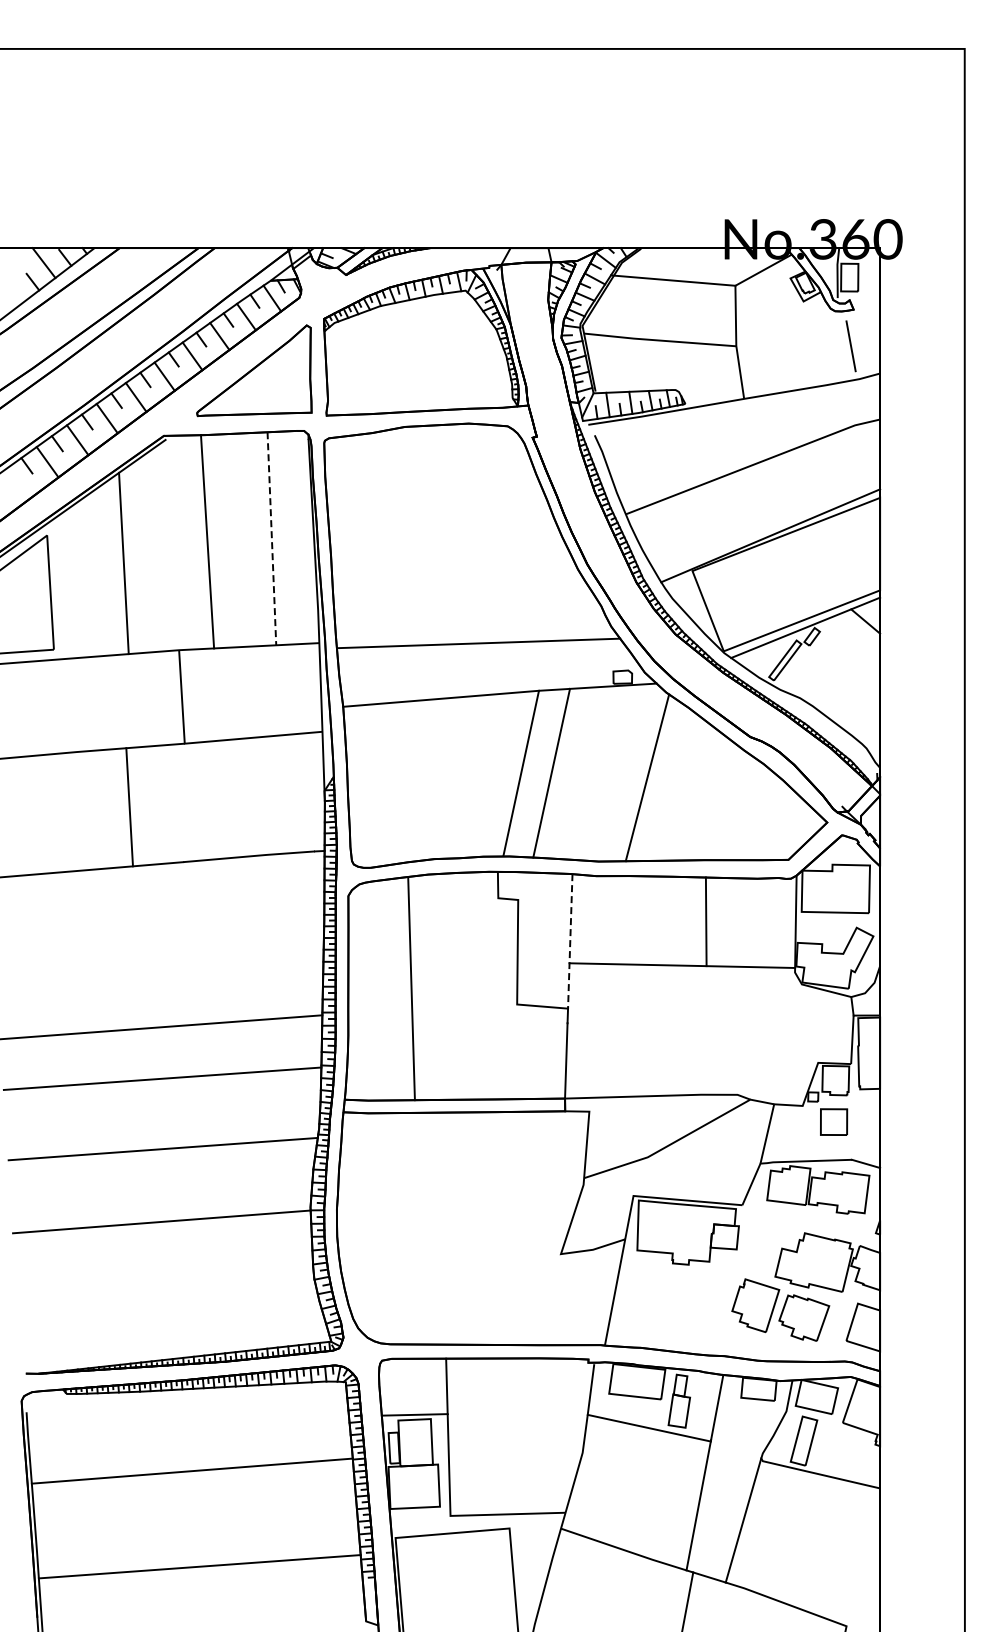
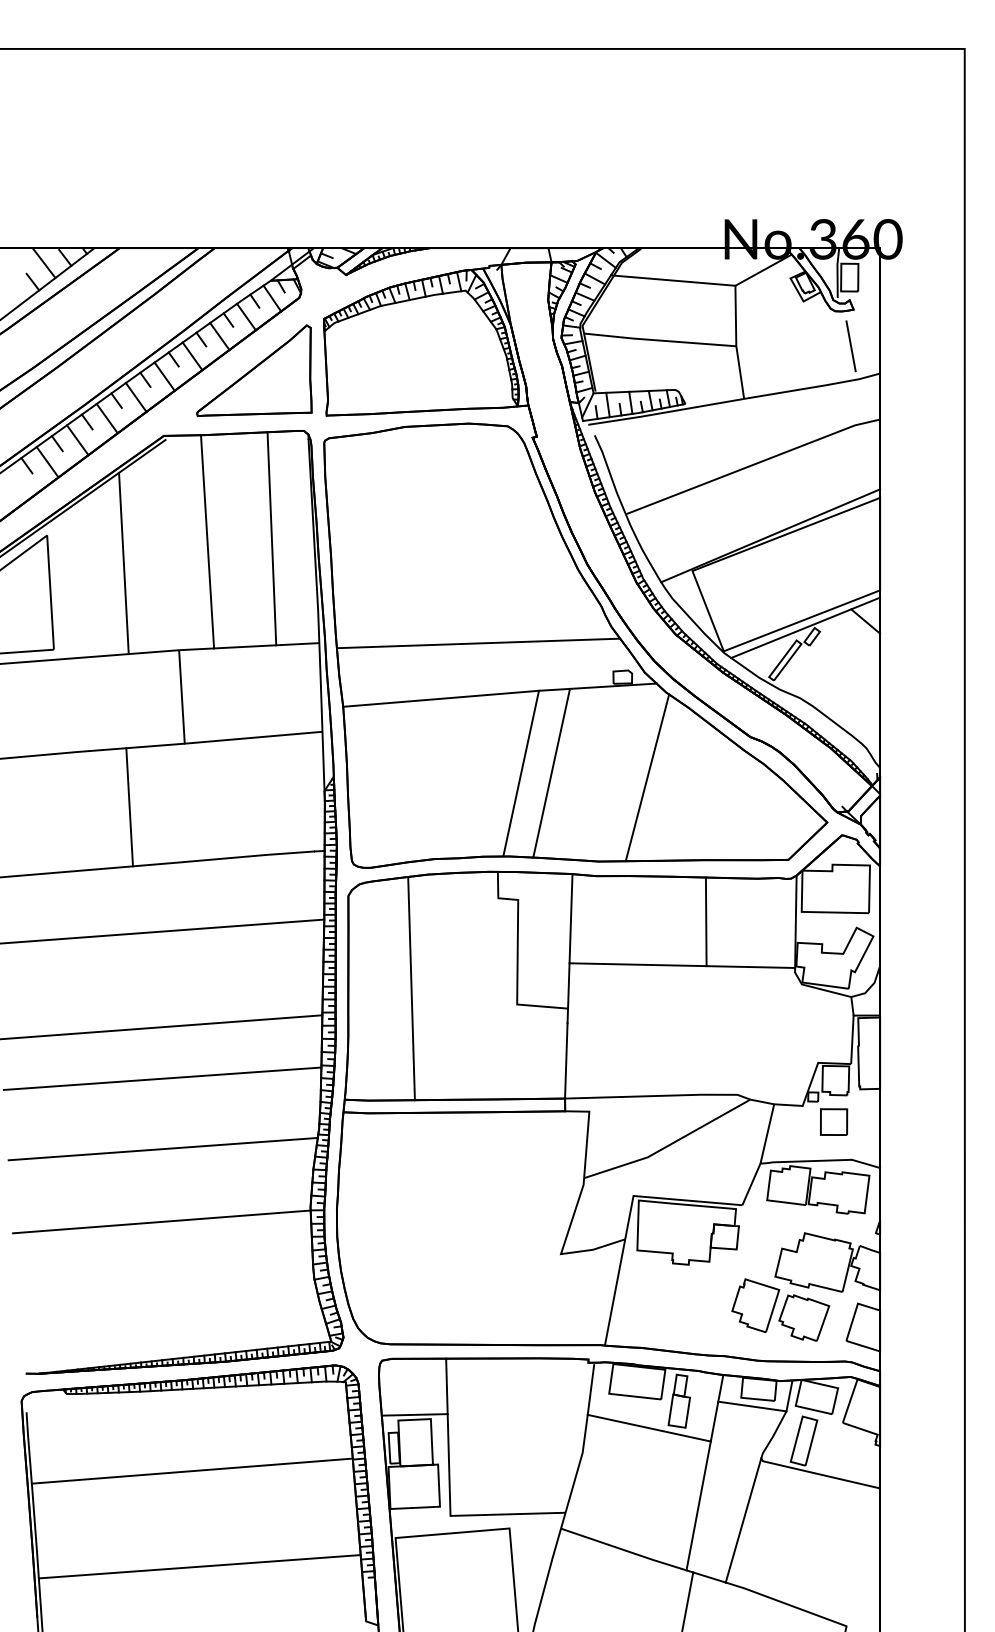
line at (271, 538): dashed -> solid
line at (163, 931): none -> present
line at (570, 941): dashed -> solid
line at (752, 1406): none -> present
